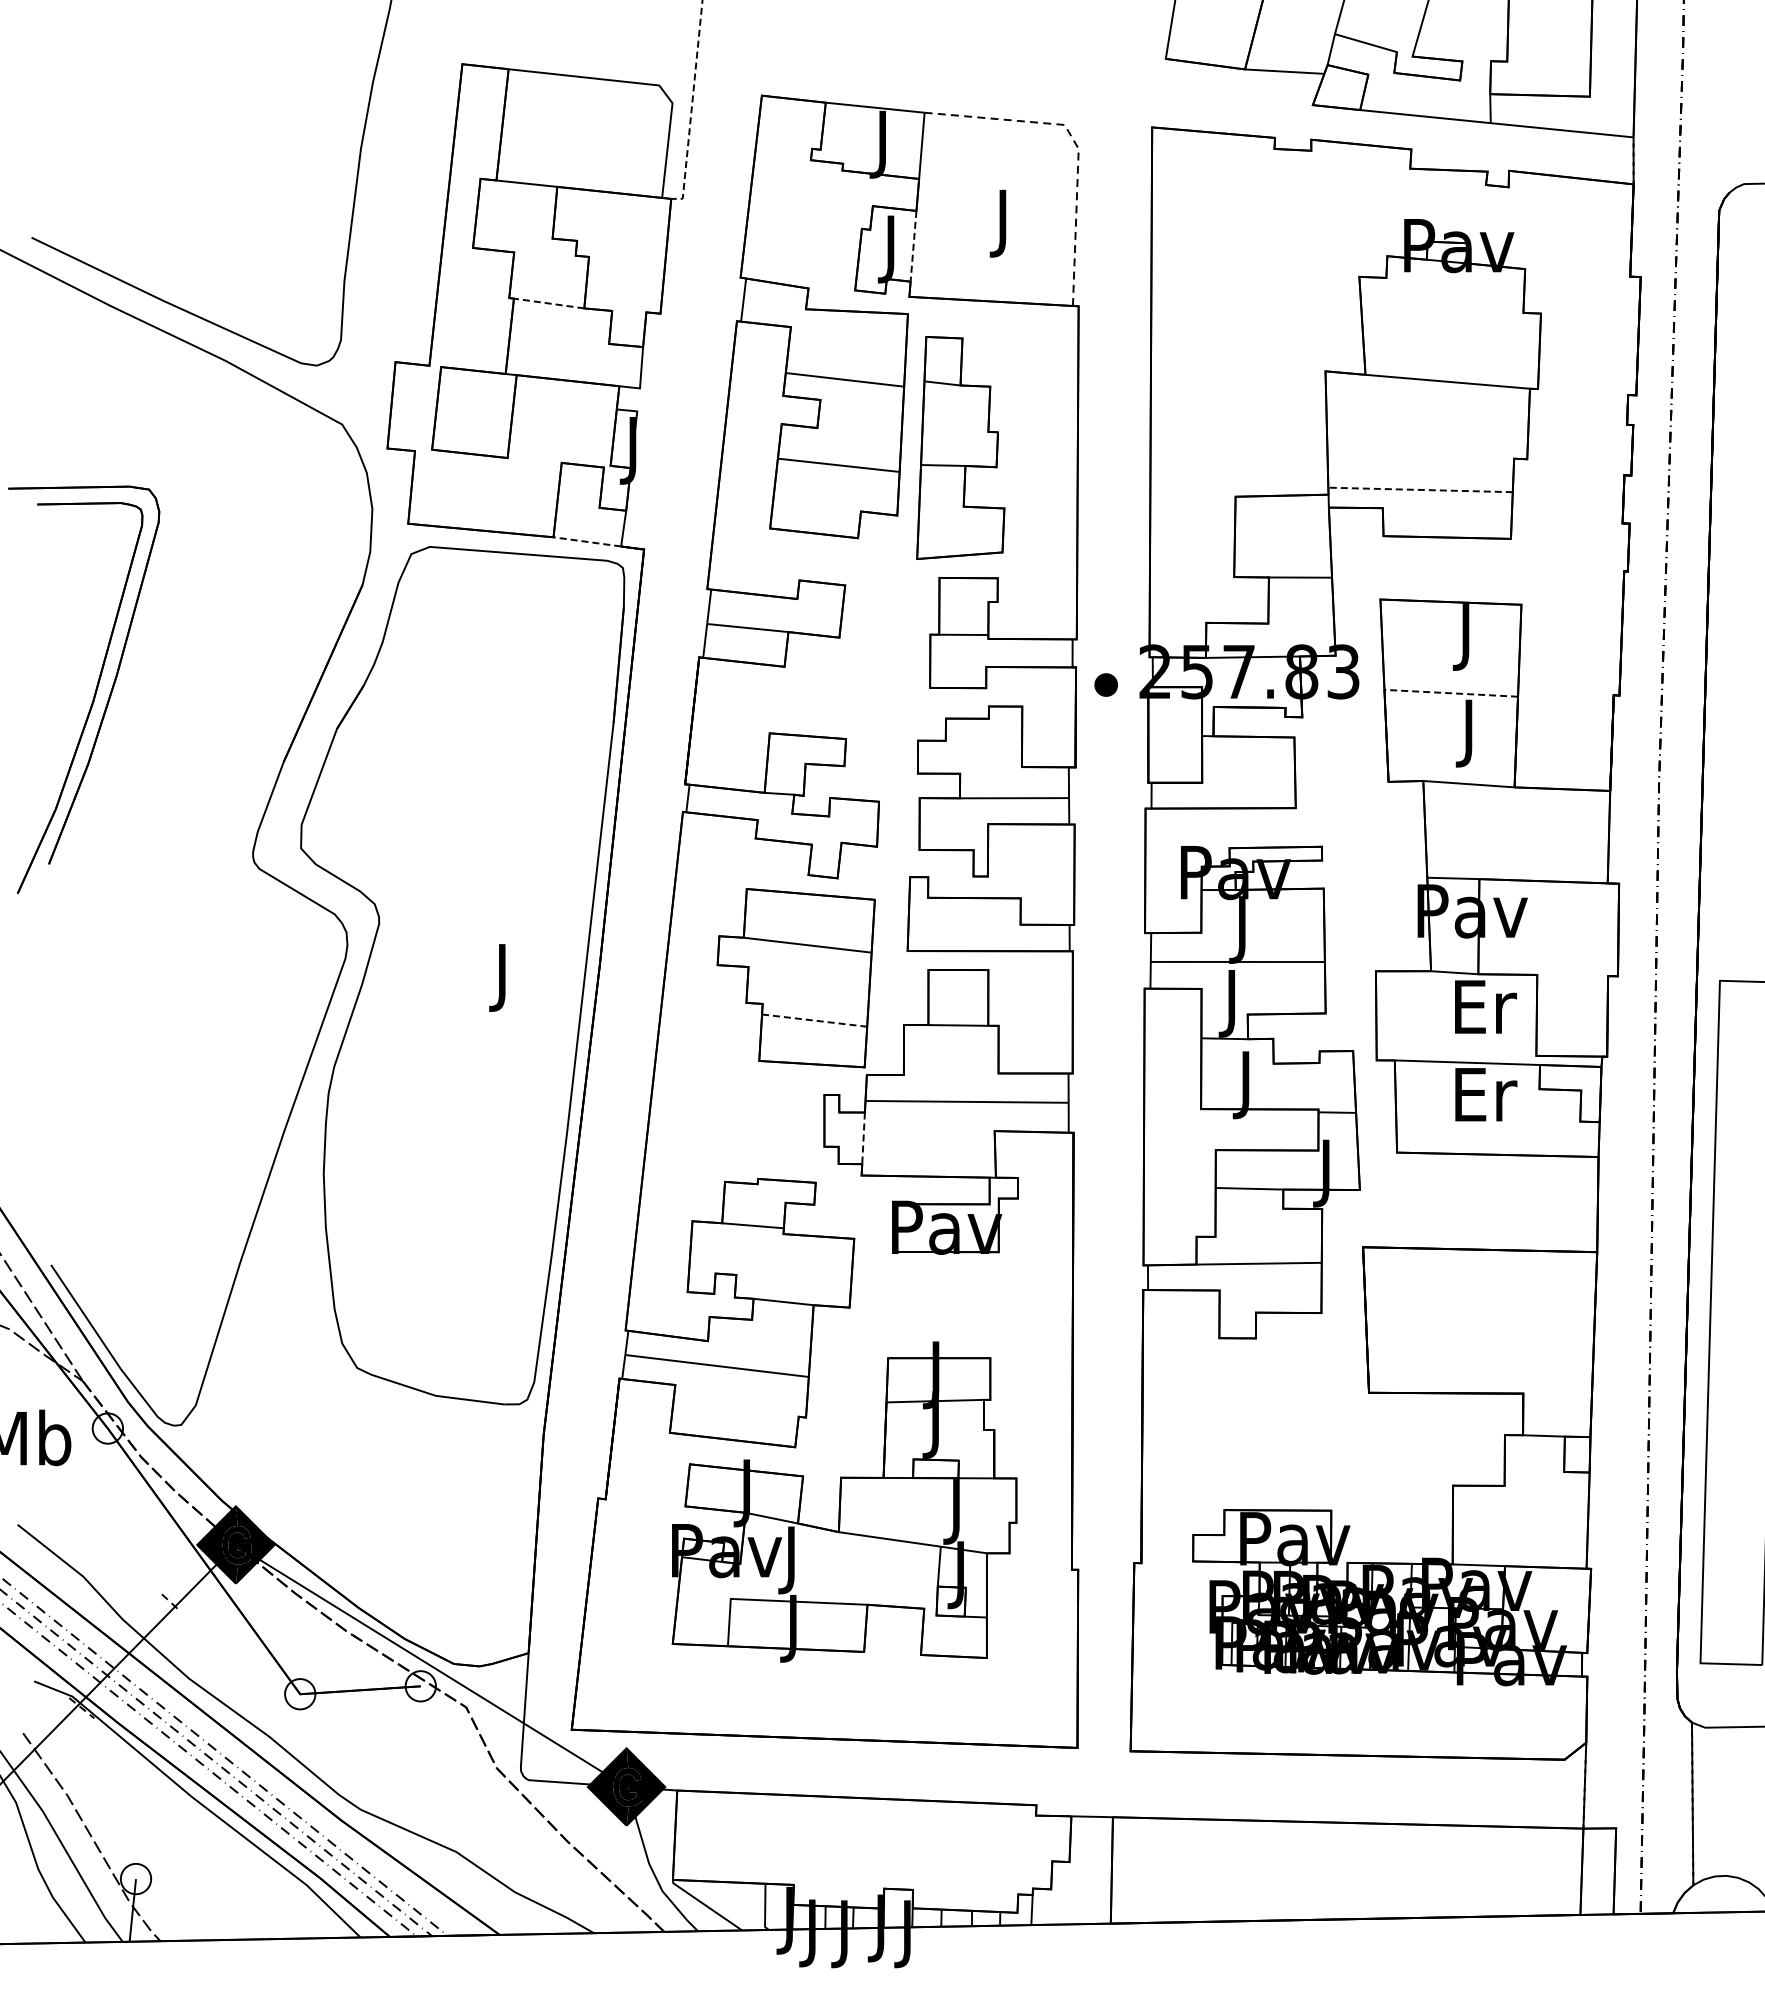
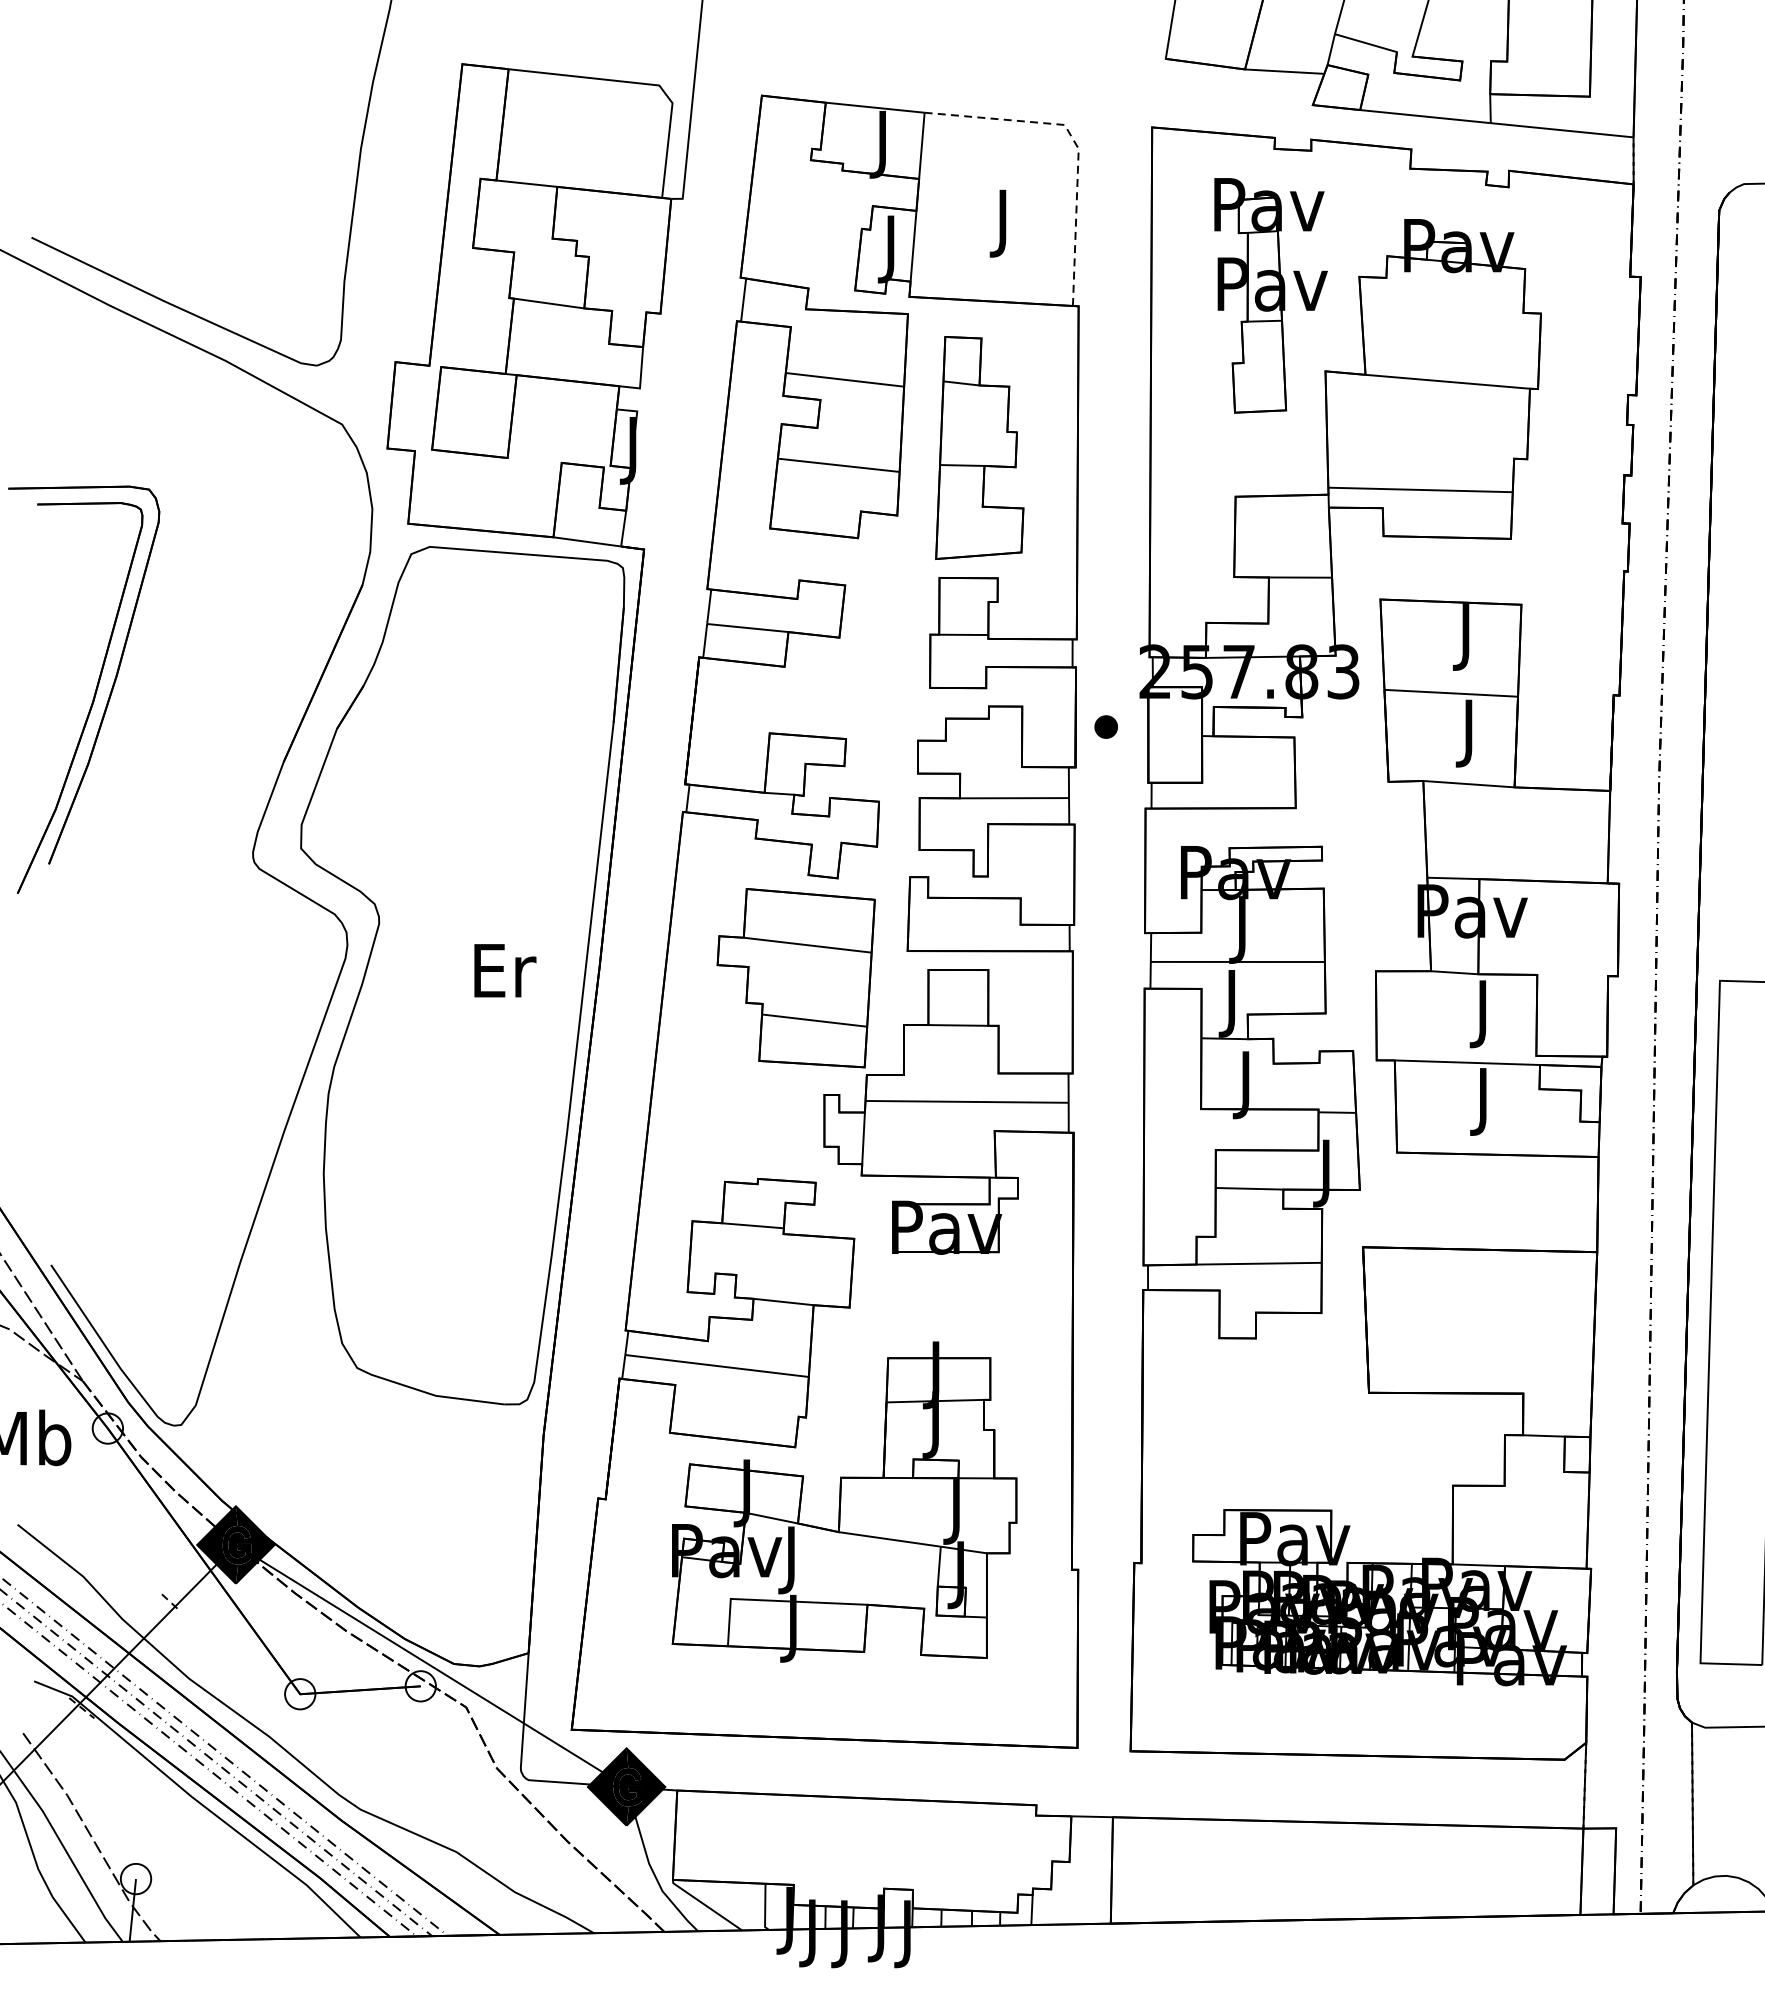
line at (691, 106): dashed -> solid
line at (913, 246): dashed -> solid
part at (1270, 295): none -> present
line at (549, 303): dashed -> solid
part at (960, 447) position: (960, 447) -> (979, 447)
line at (1420, 489): dashed -> solid
line at (586, 541): dashed -> solid
part at (1105, 684) position: (1105, 684) -> (1105, 726)
line at (1451, 693): dashed -> solid
text at (505, 977): J -> Er
text at (1485, 1014): Er -> J
line at (814, 1020): dashed -> solid
text at (1486, 1101): Er -> J
line at (863, 1138): dashed -> solid
